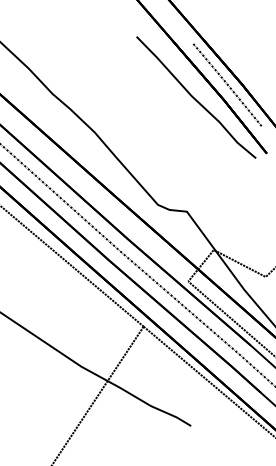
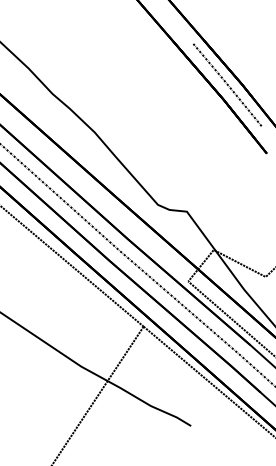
curve at (195, 98): present -> none
